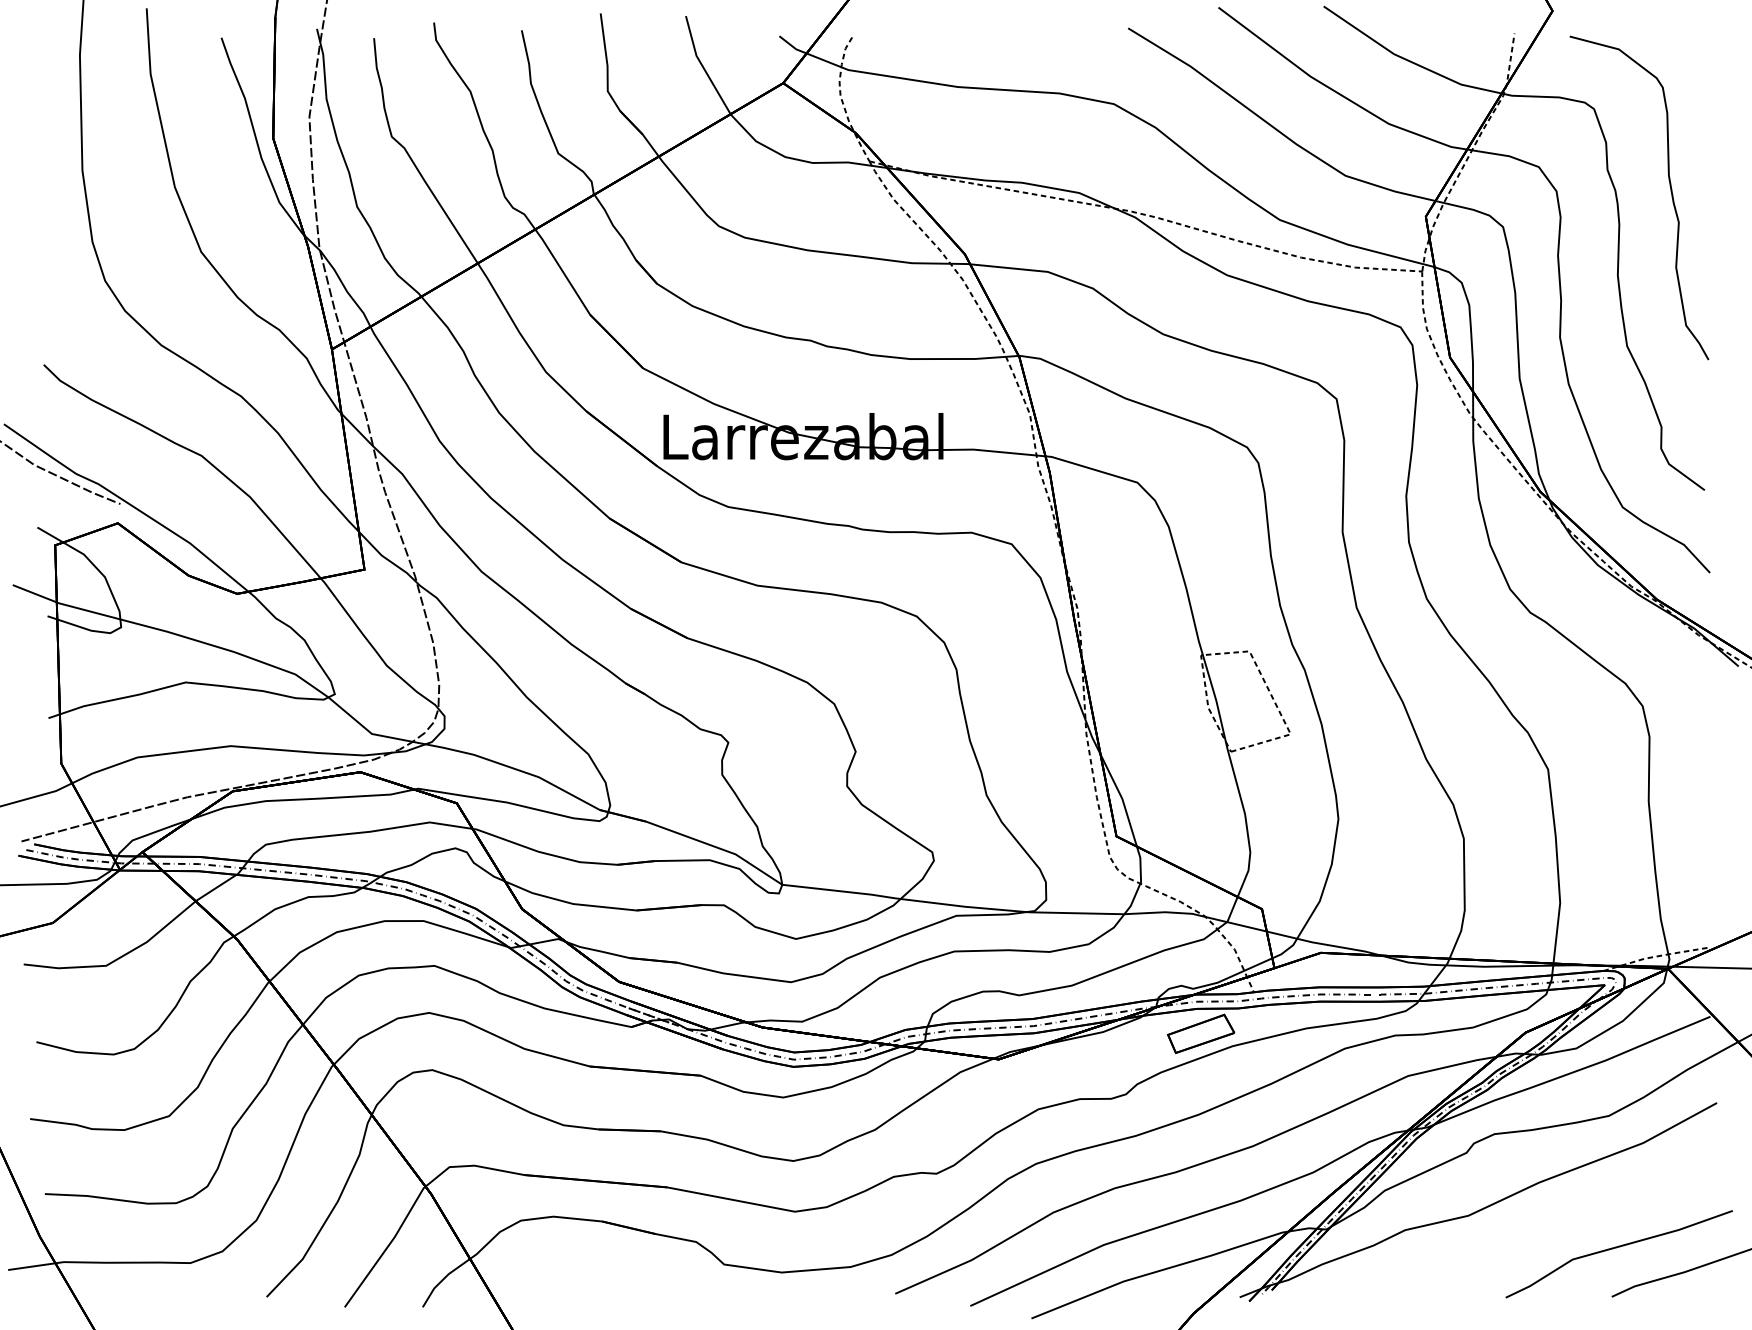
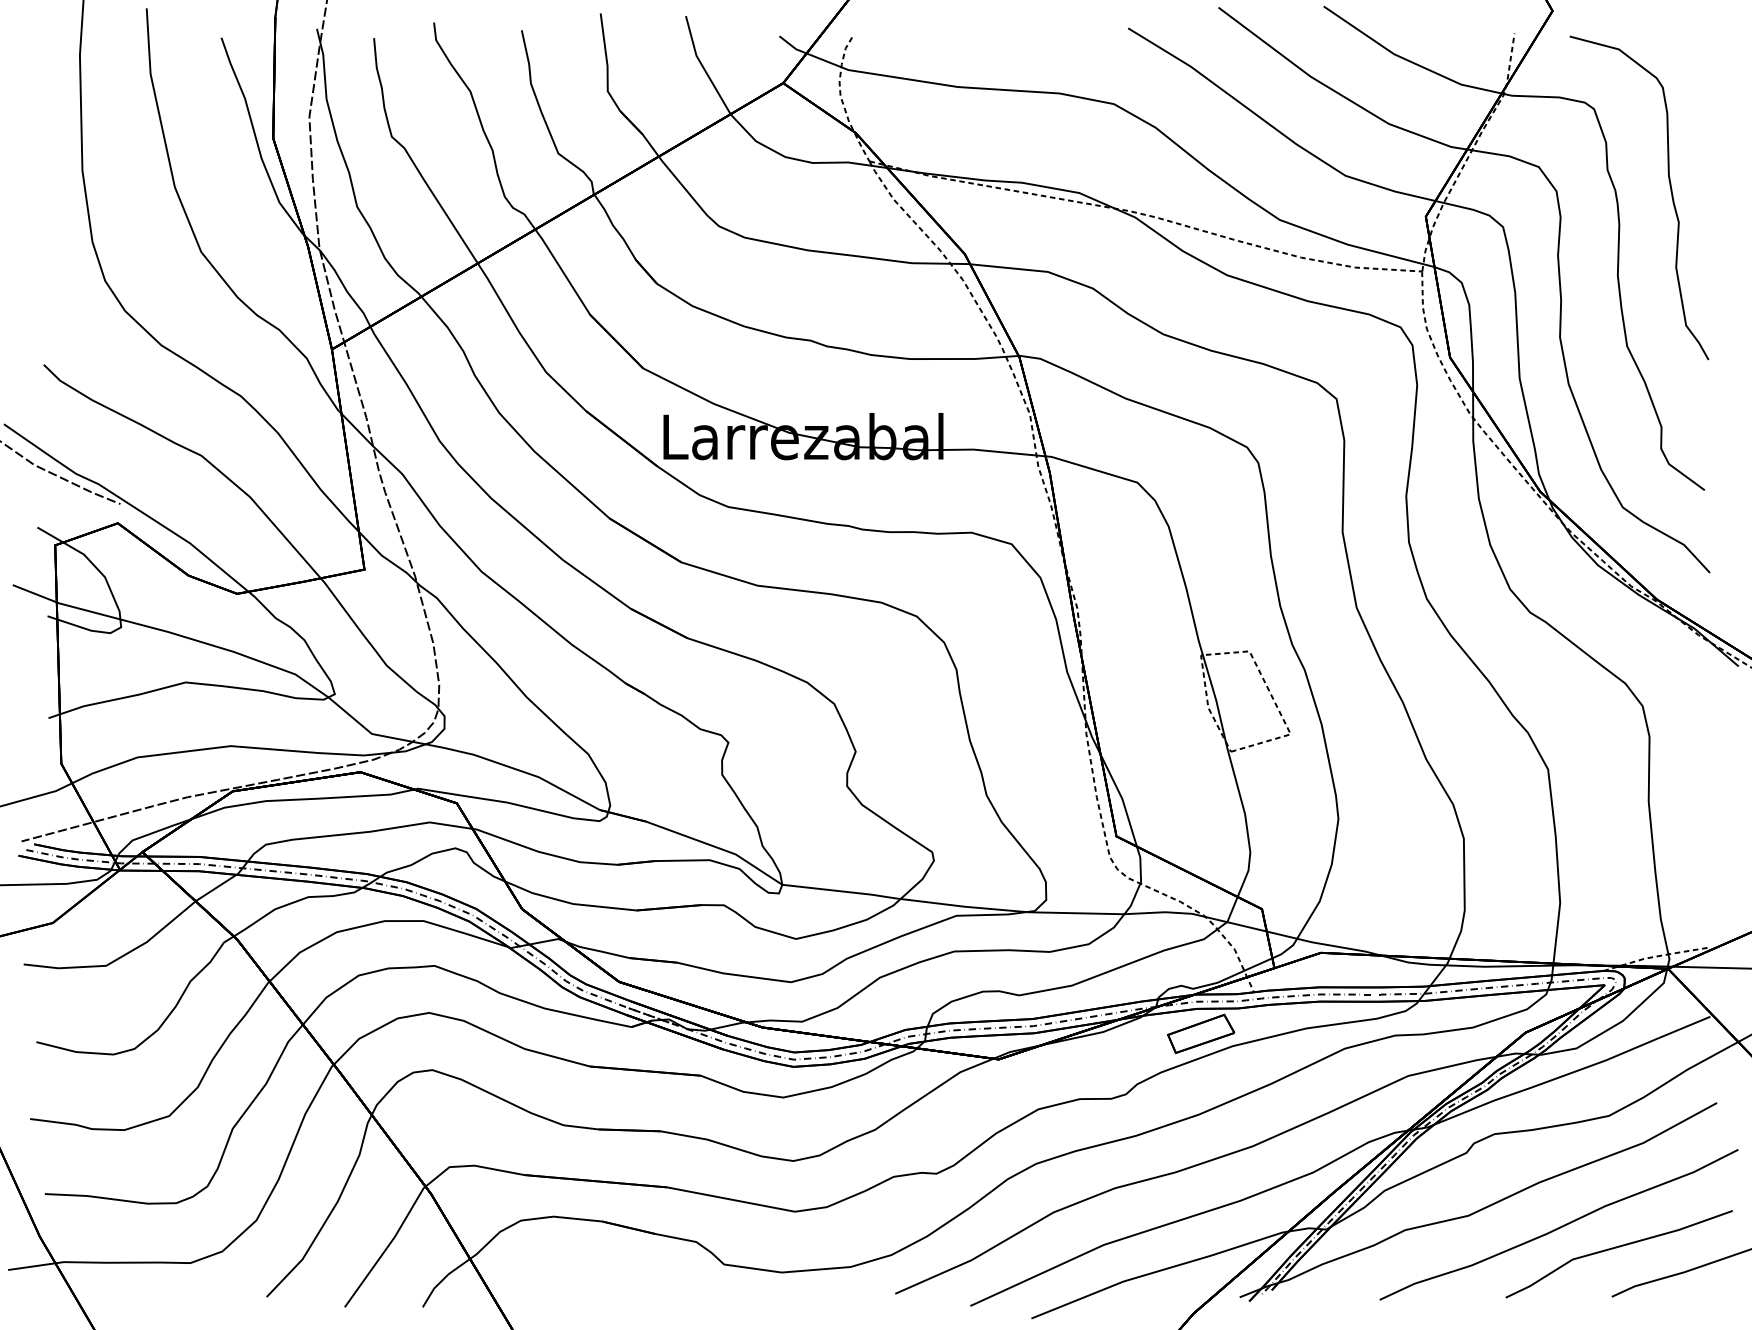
curve at (1559, 1226): none -> present
